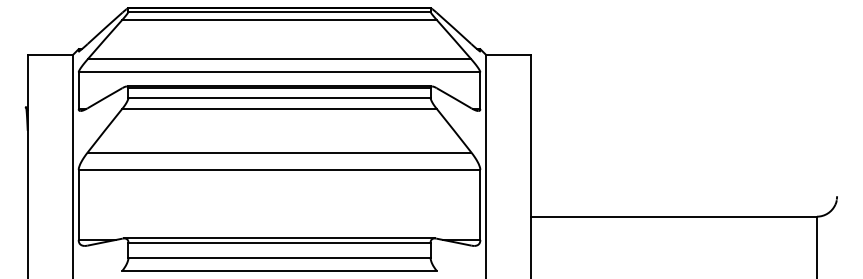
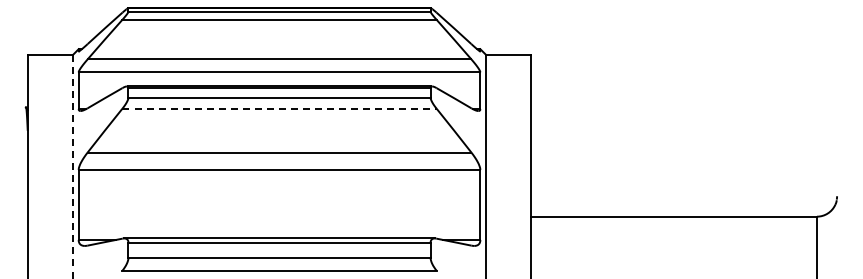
line at (280, 108): solid -> dashed
line at (73, 166): solid -> dashed
